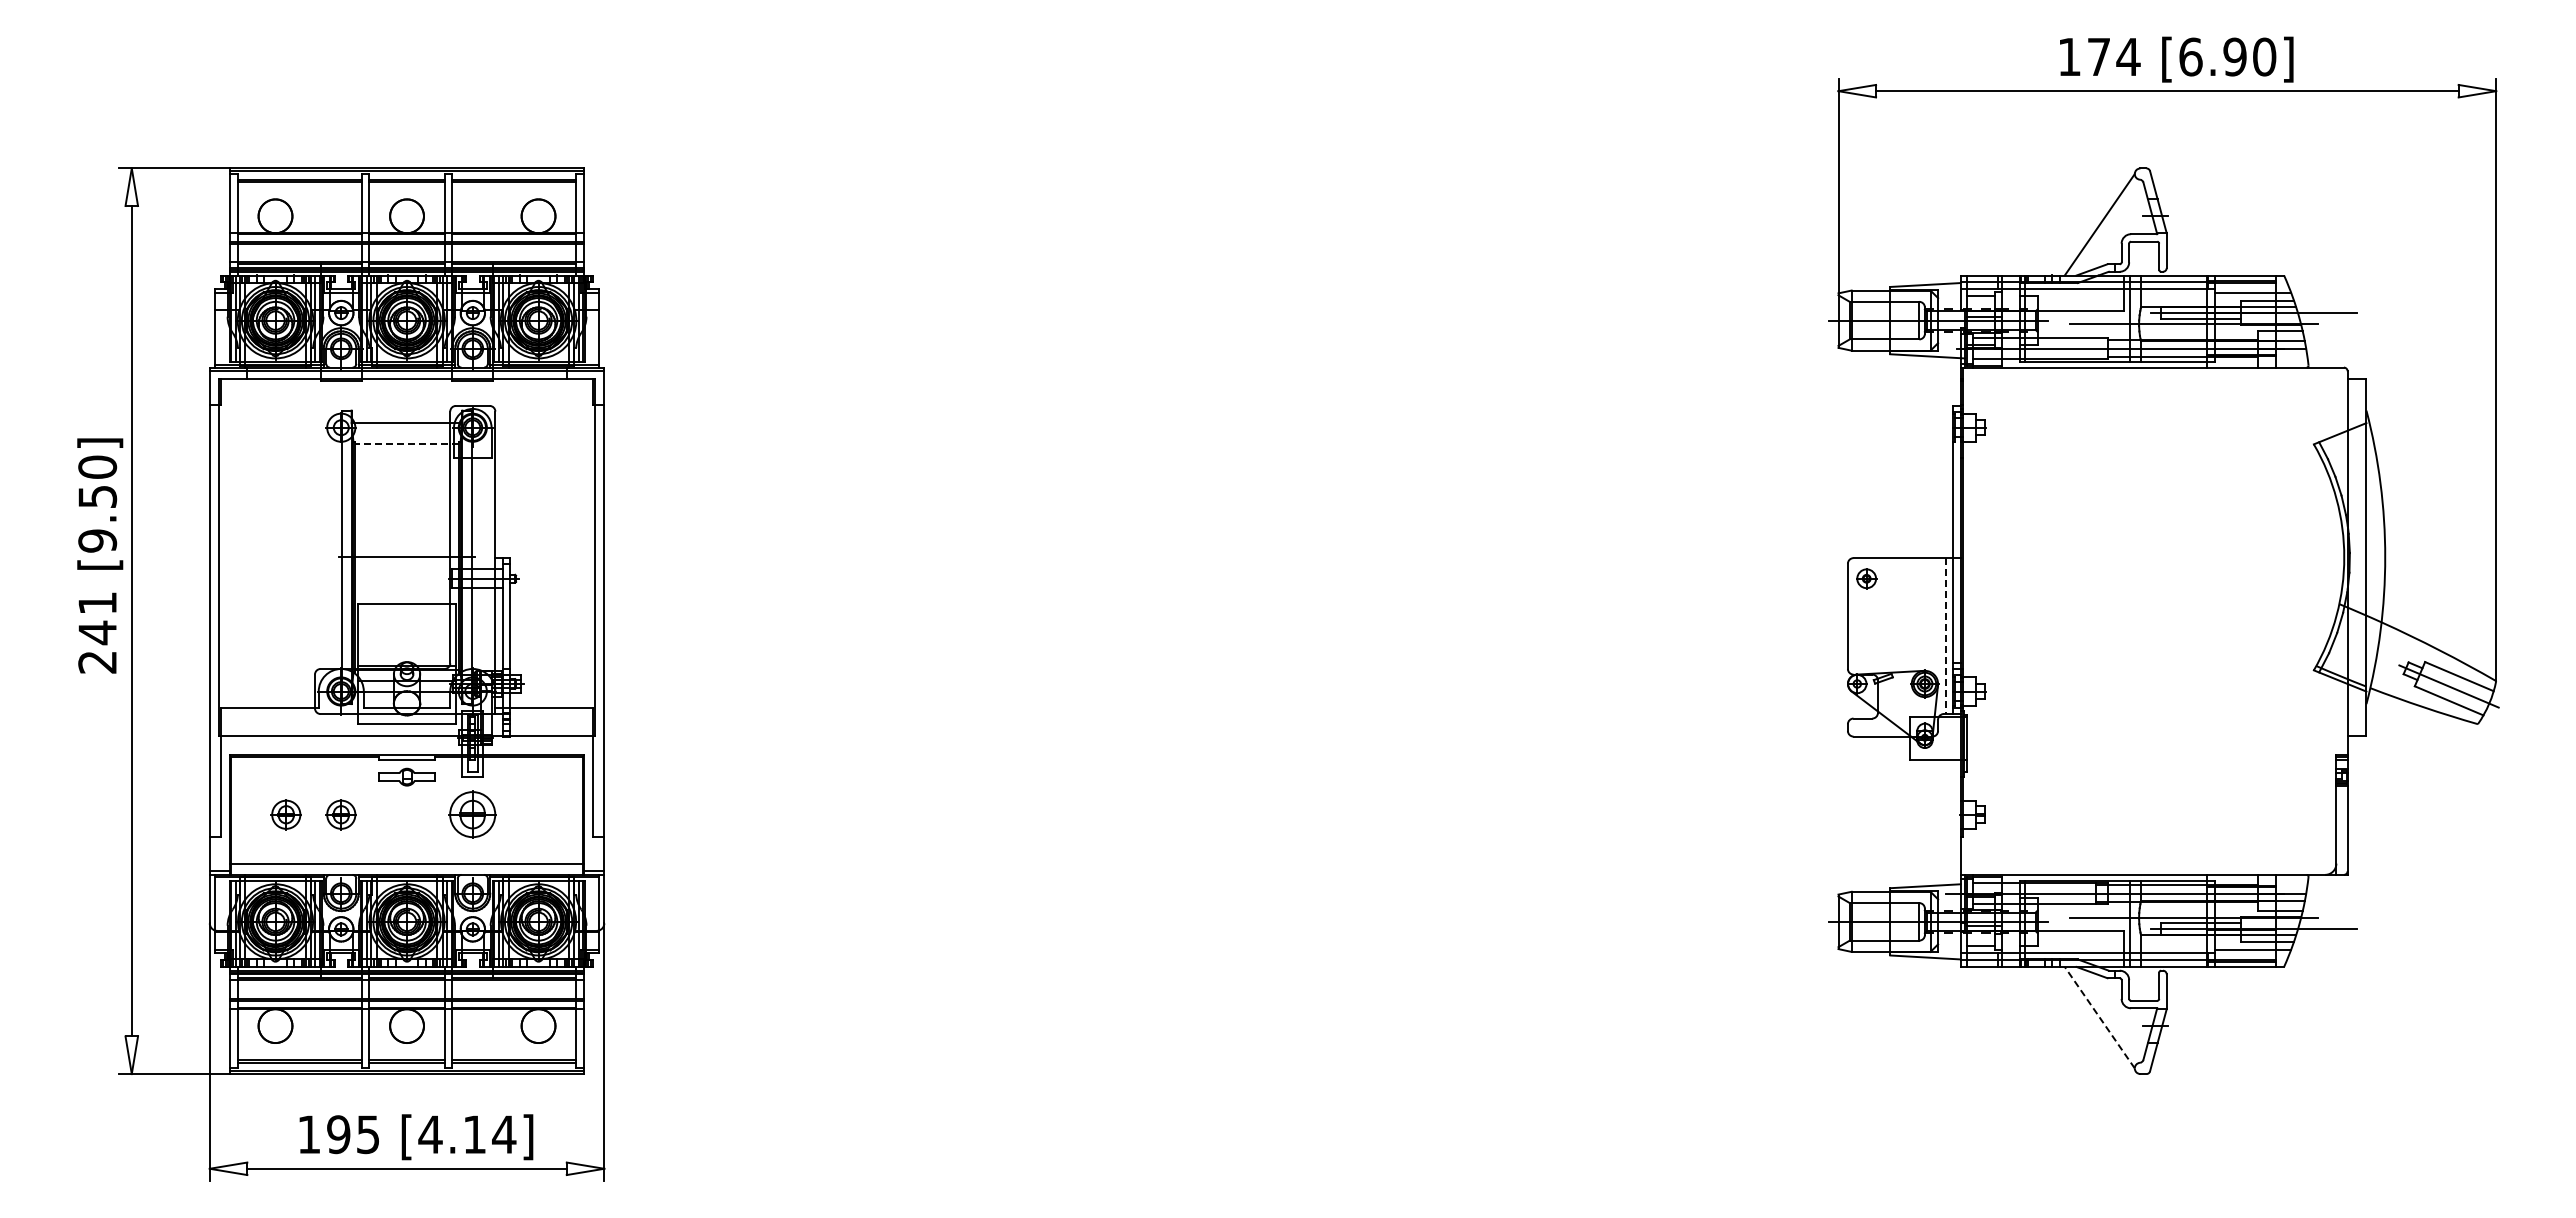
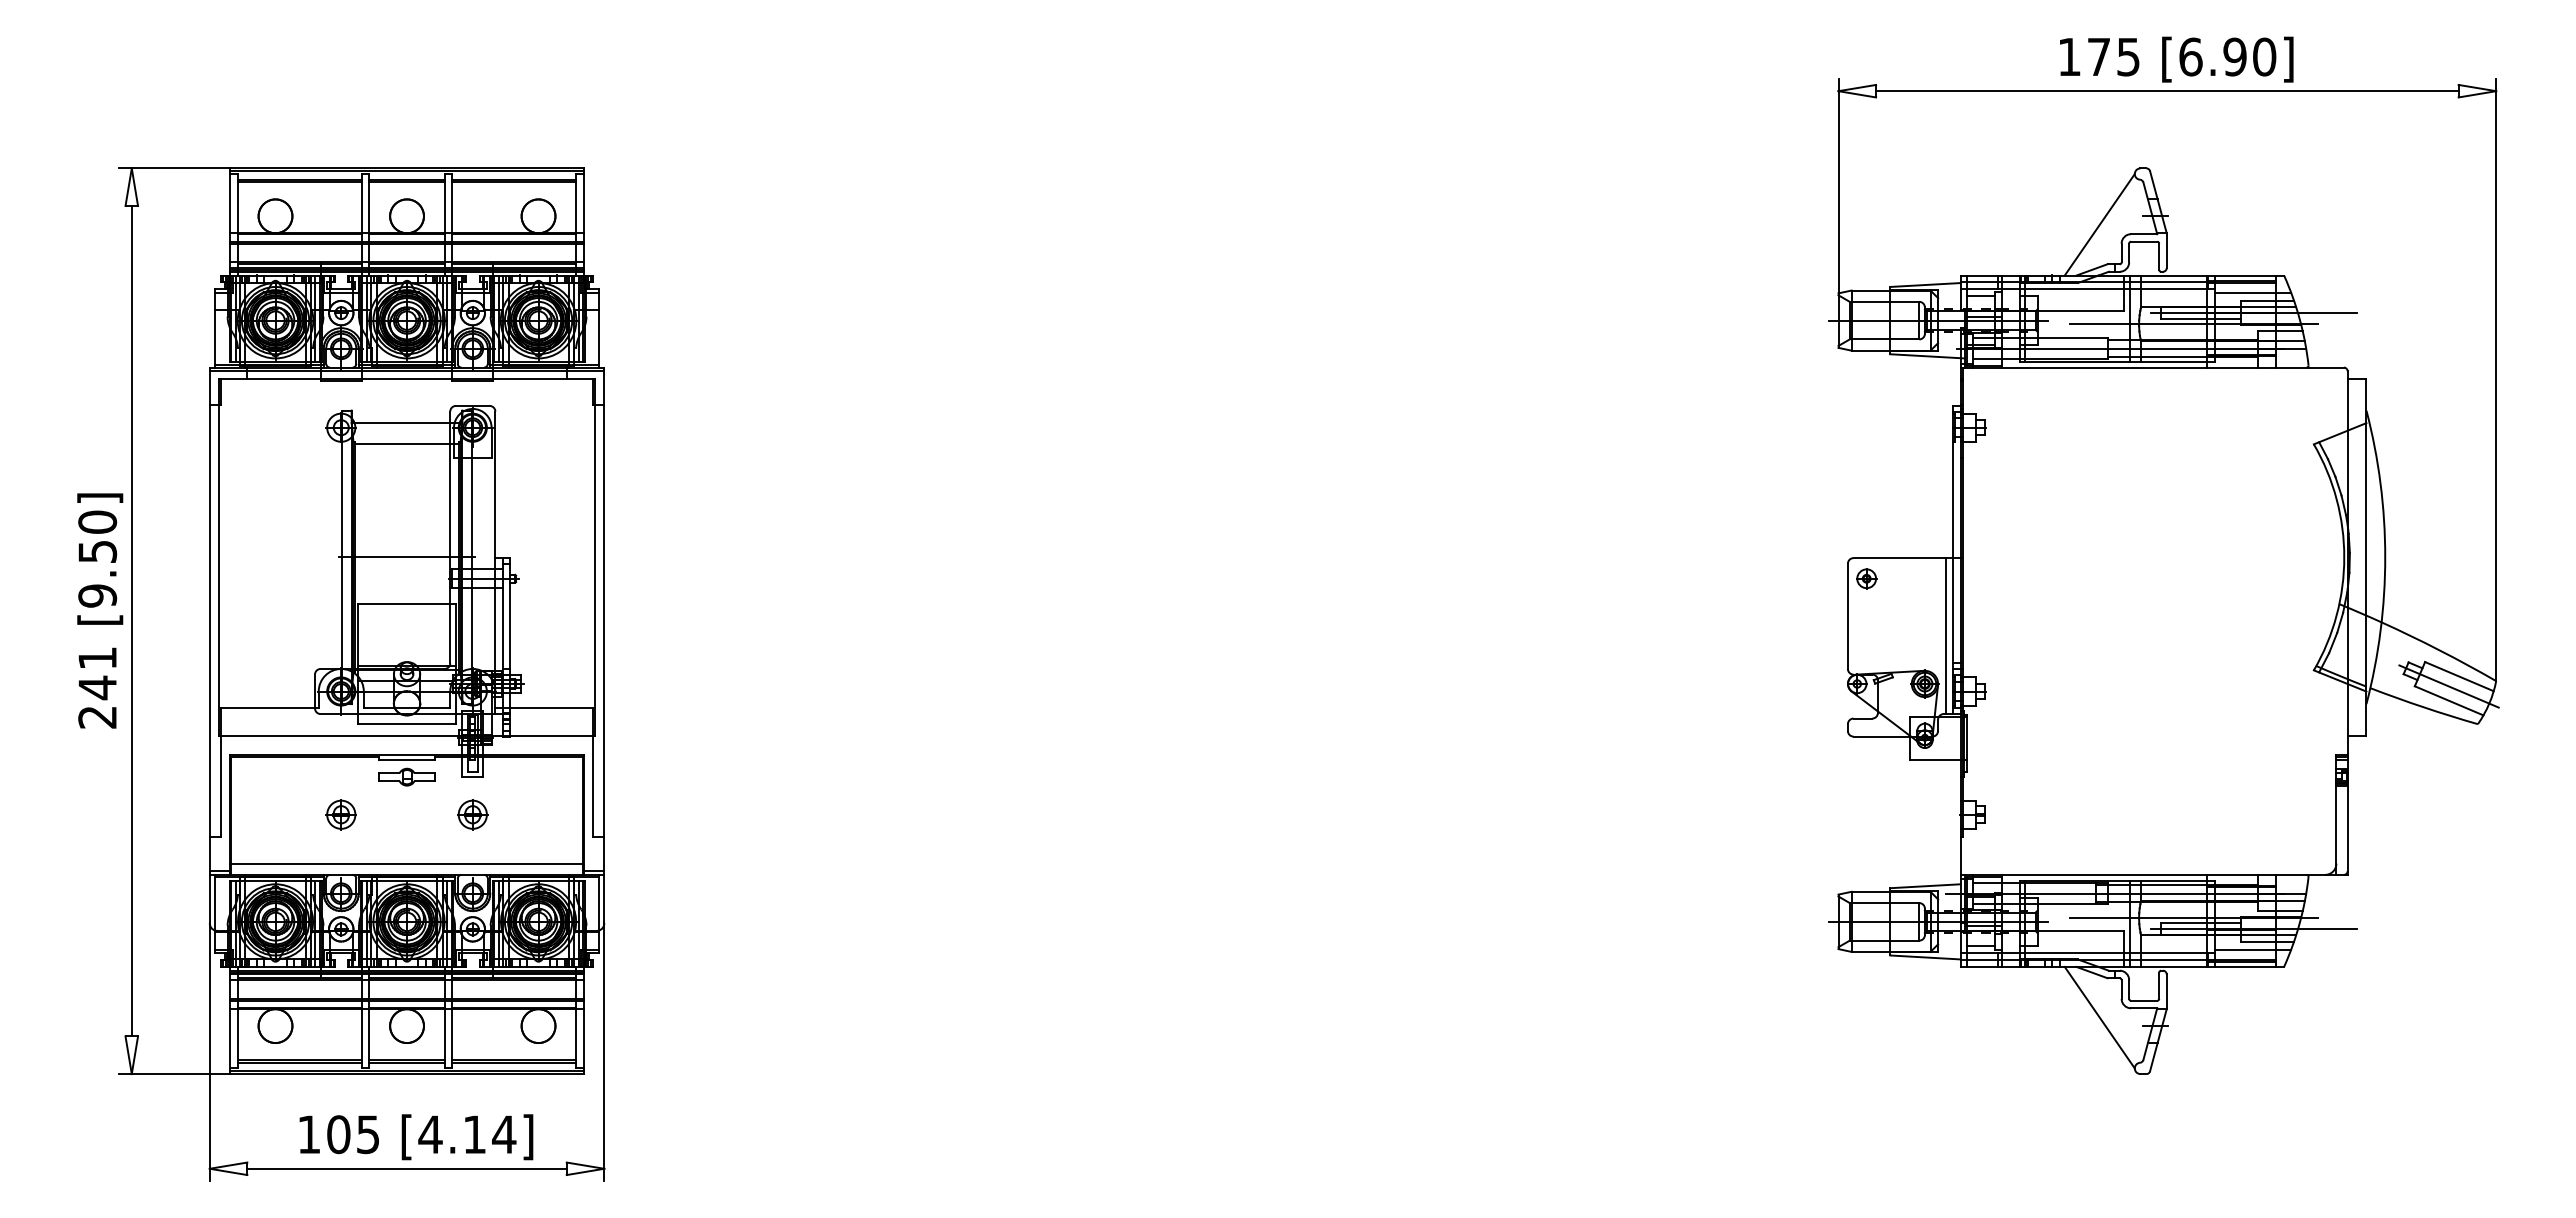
text at (2128, 57): 174 -> 175
line at (406, 444): dashed -> solid
text at (100, 555) position: (100, 555) -> (100, 610)
line at (1945, 636): dashed -> solid
part at (285, 814): present -> none
part at (472, 814) size: 49x49 px -> 32x32 px
line at (2099, 1017): dashed -> solid
text at (338, 1134): 195 -> 105
